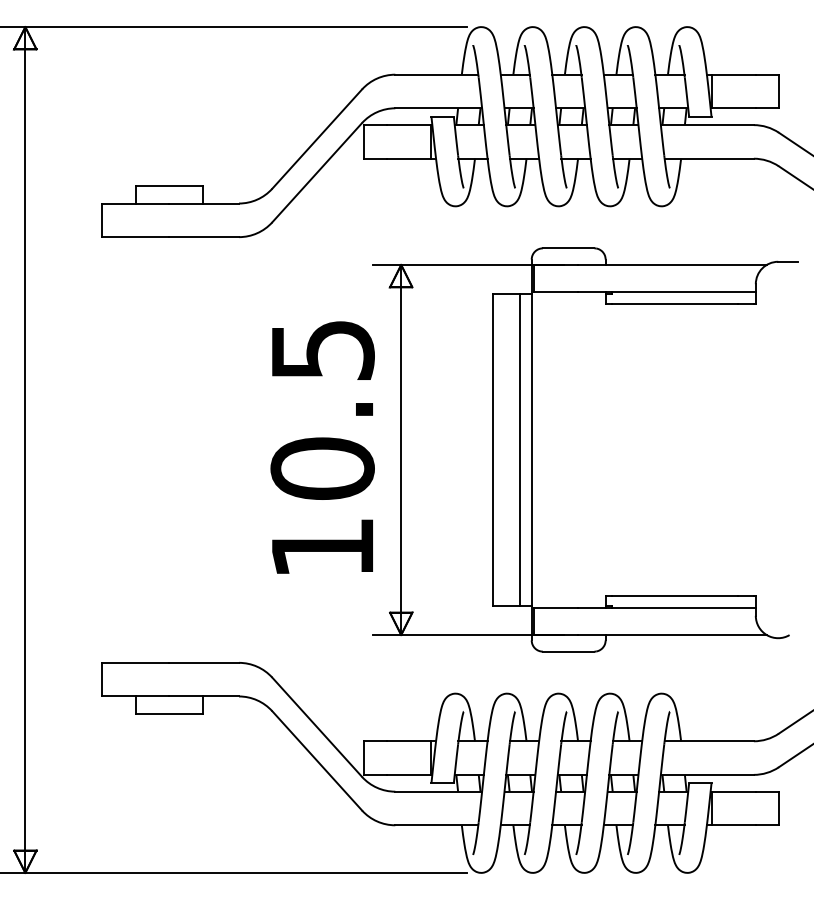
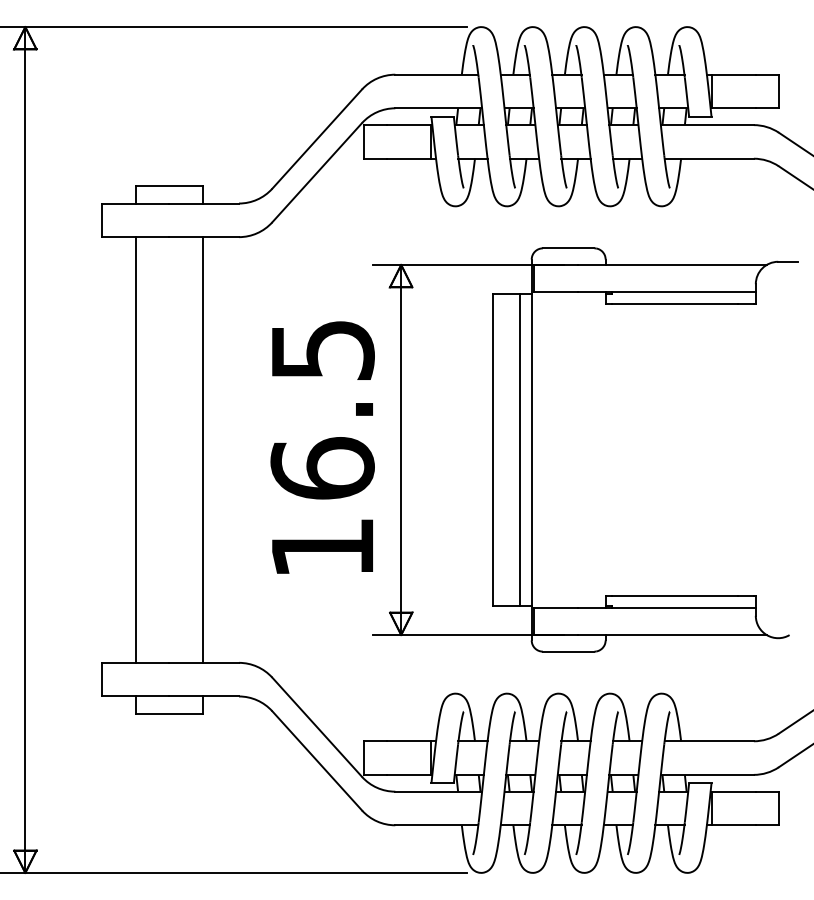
line at (135, 449): none -> present
line at (202, 449): none -> present
text at (322, 468): 10.5 -> 16.5
